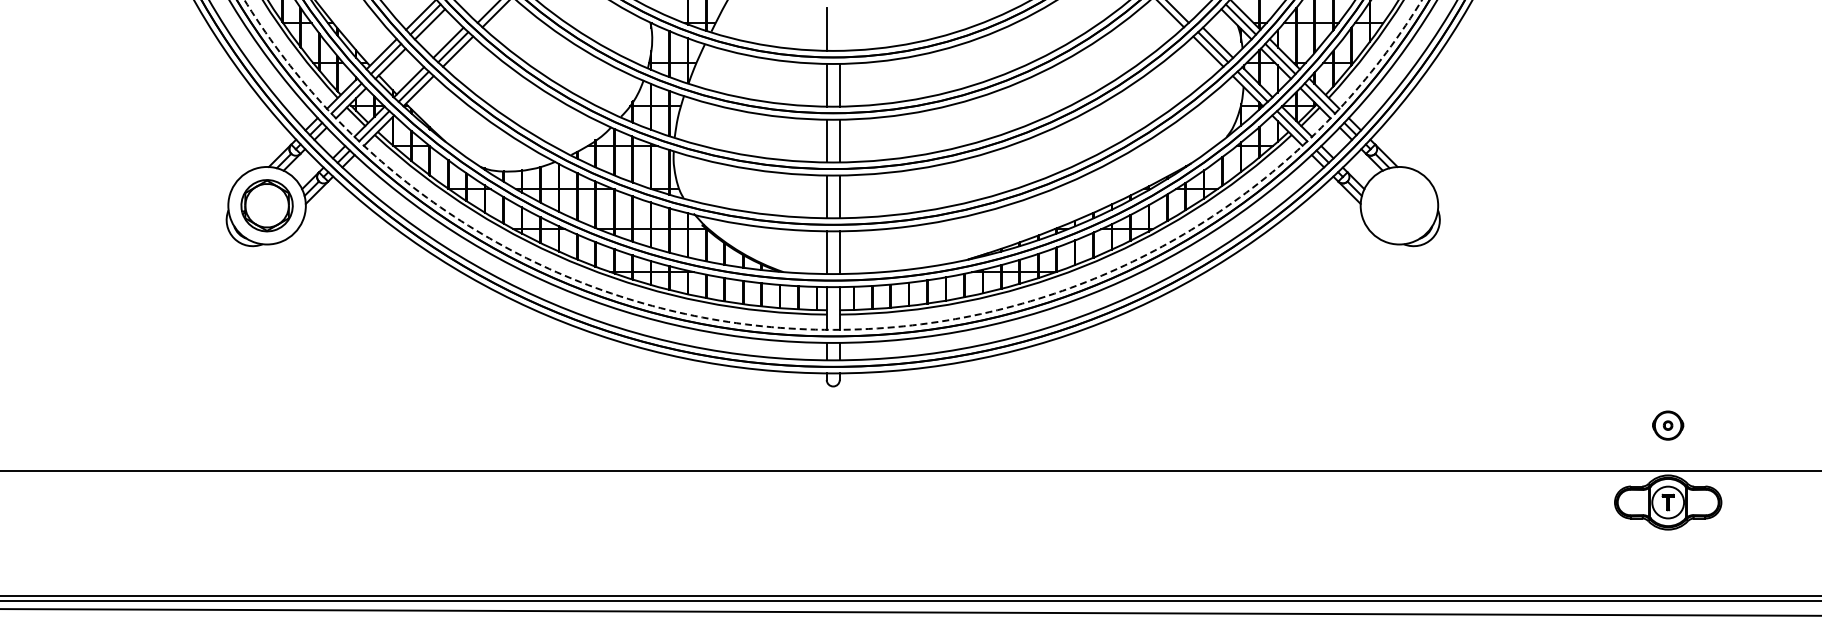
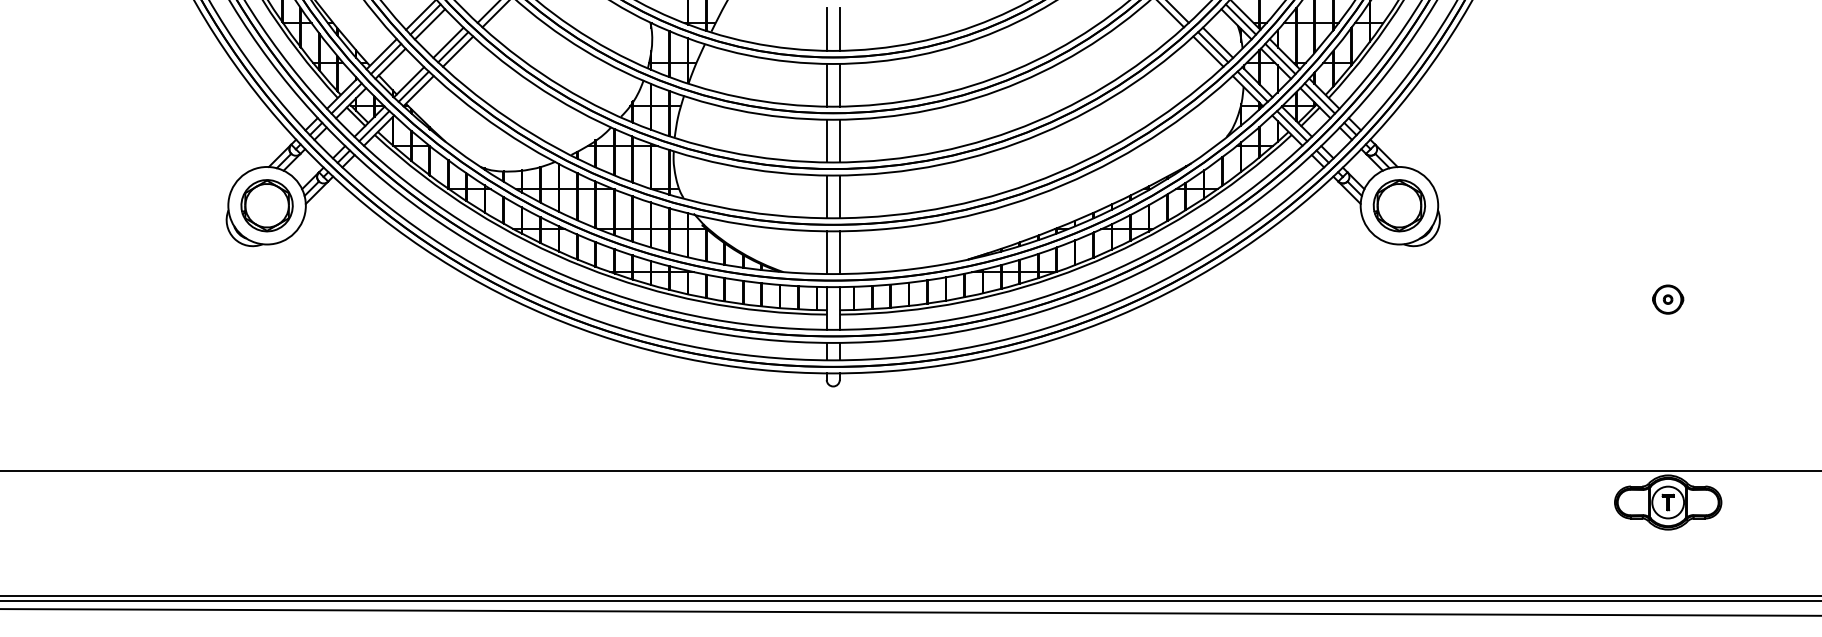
line at (839, 29): none -> present
circle at (833, 164): dashed -> solid
part at (1399, 205): none -> present
part at (1668, 425) position: (1668, 425) -> (1668, 299)
